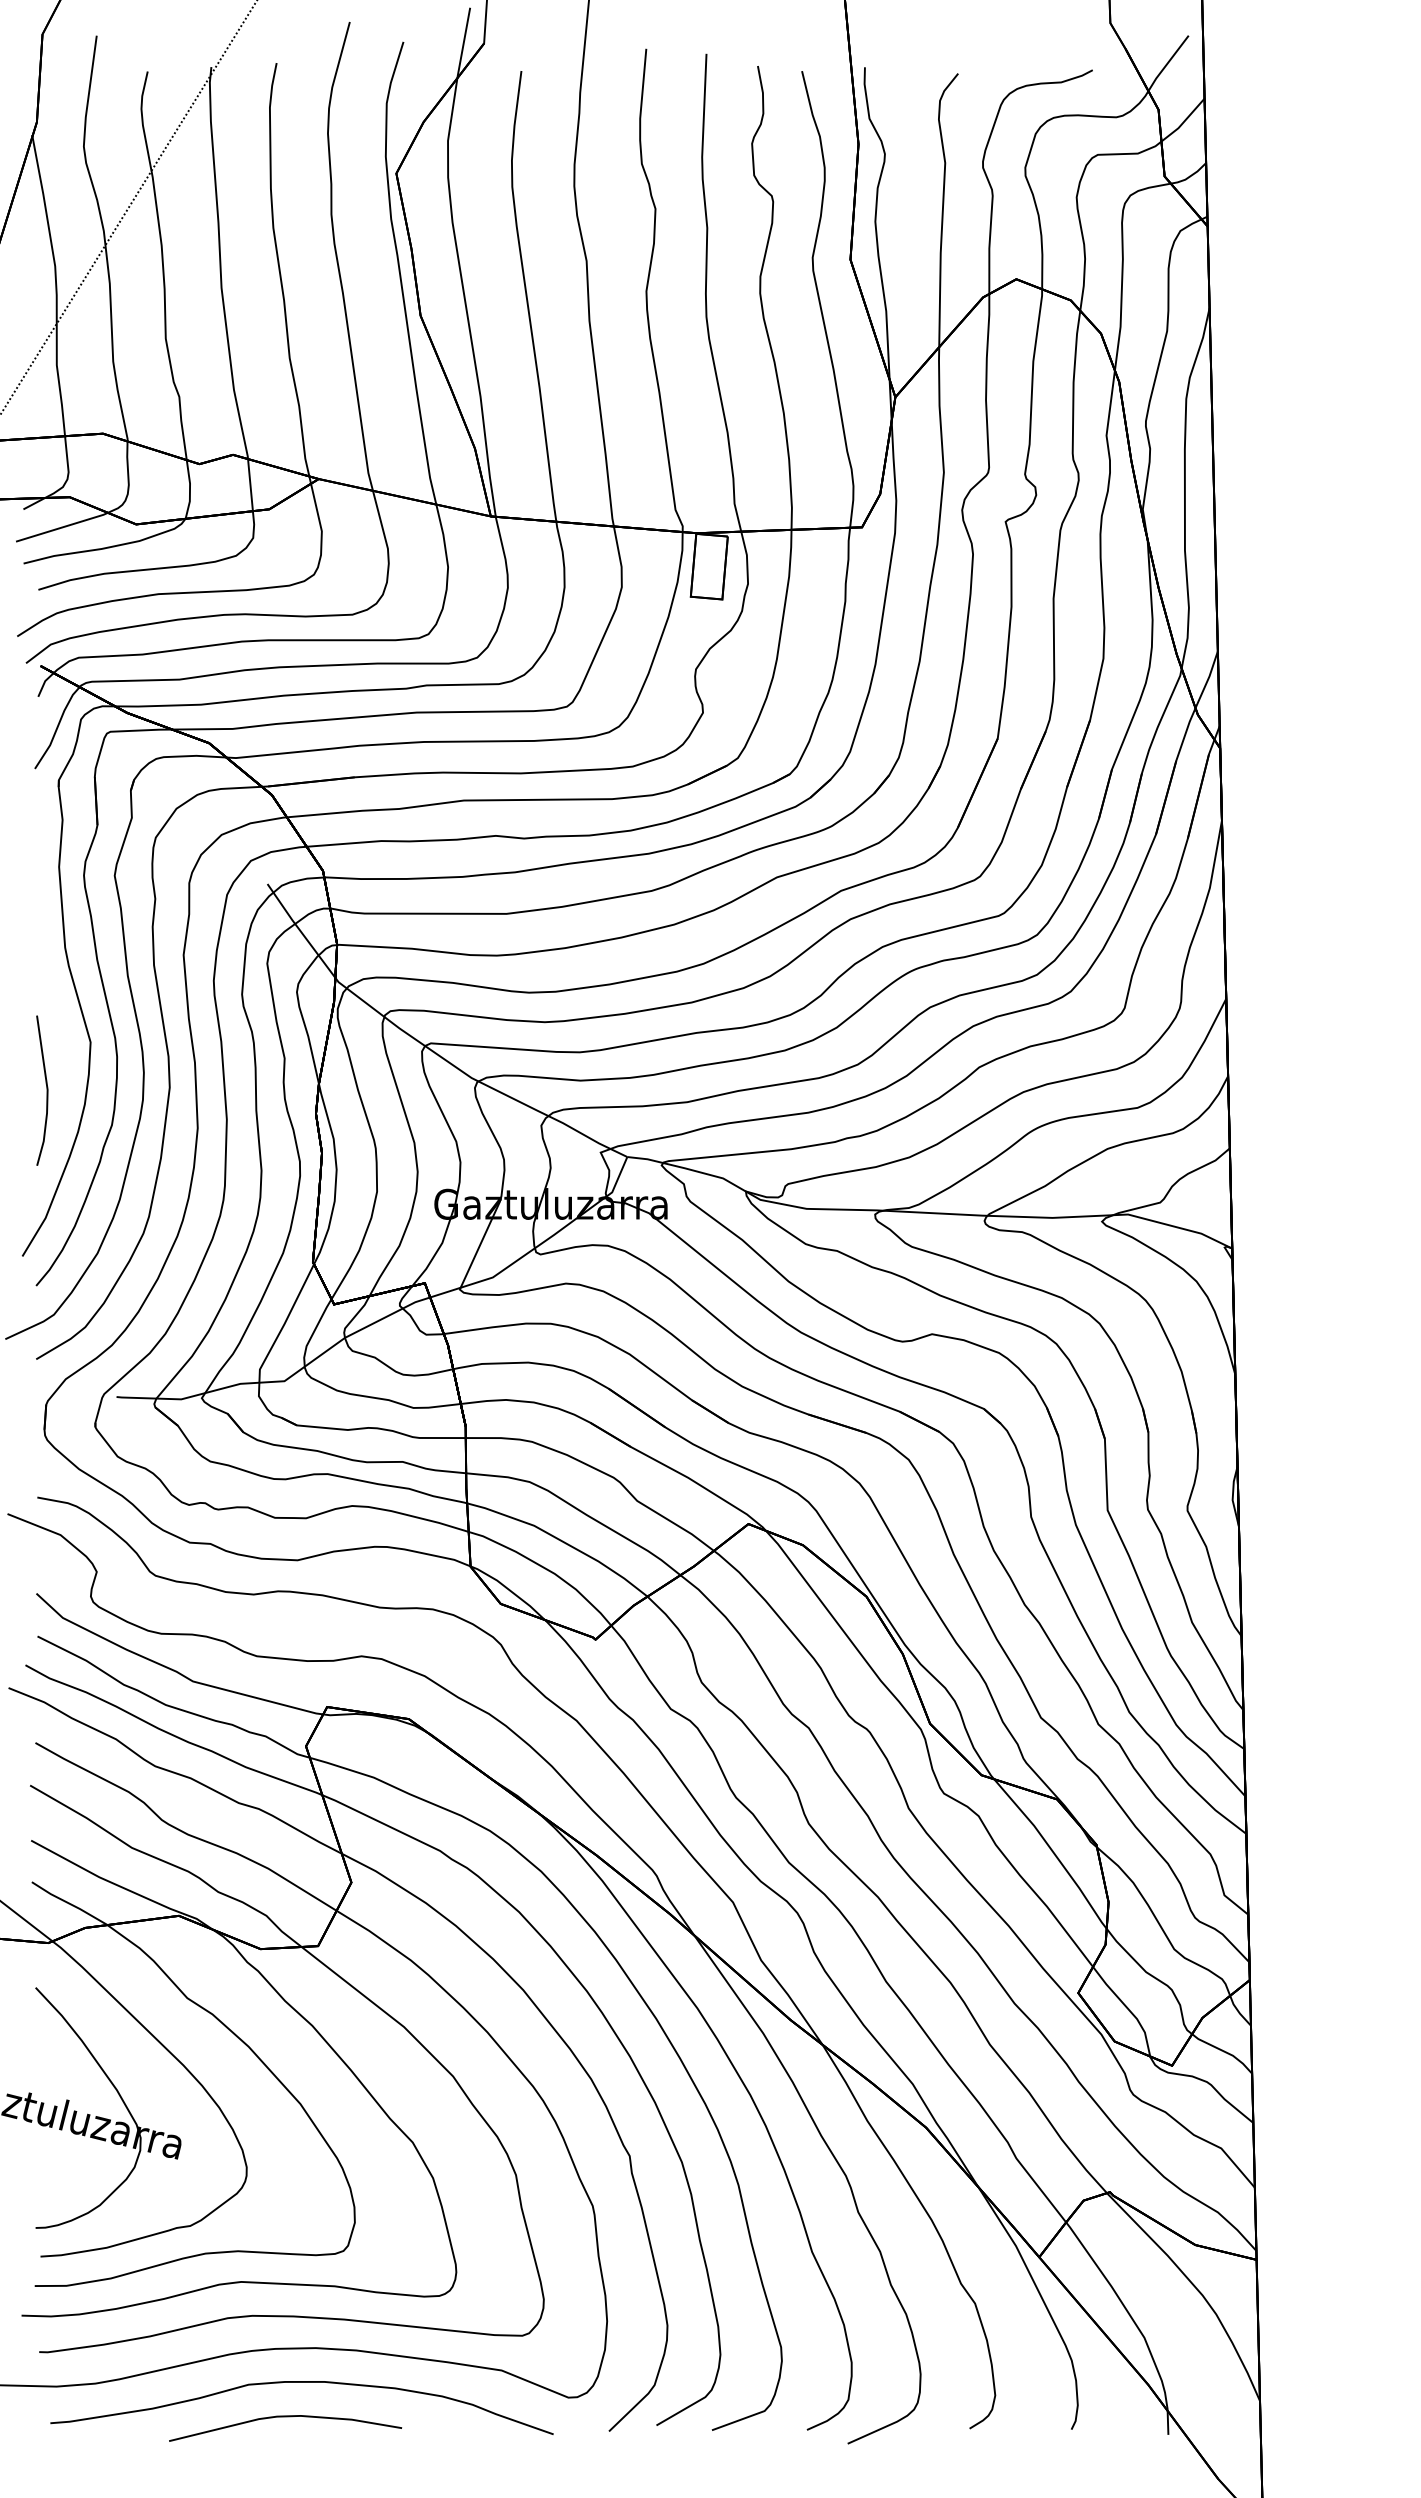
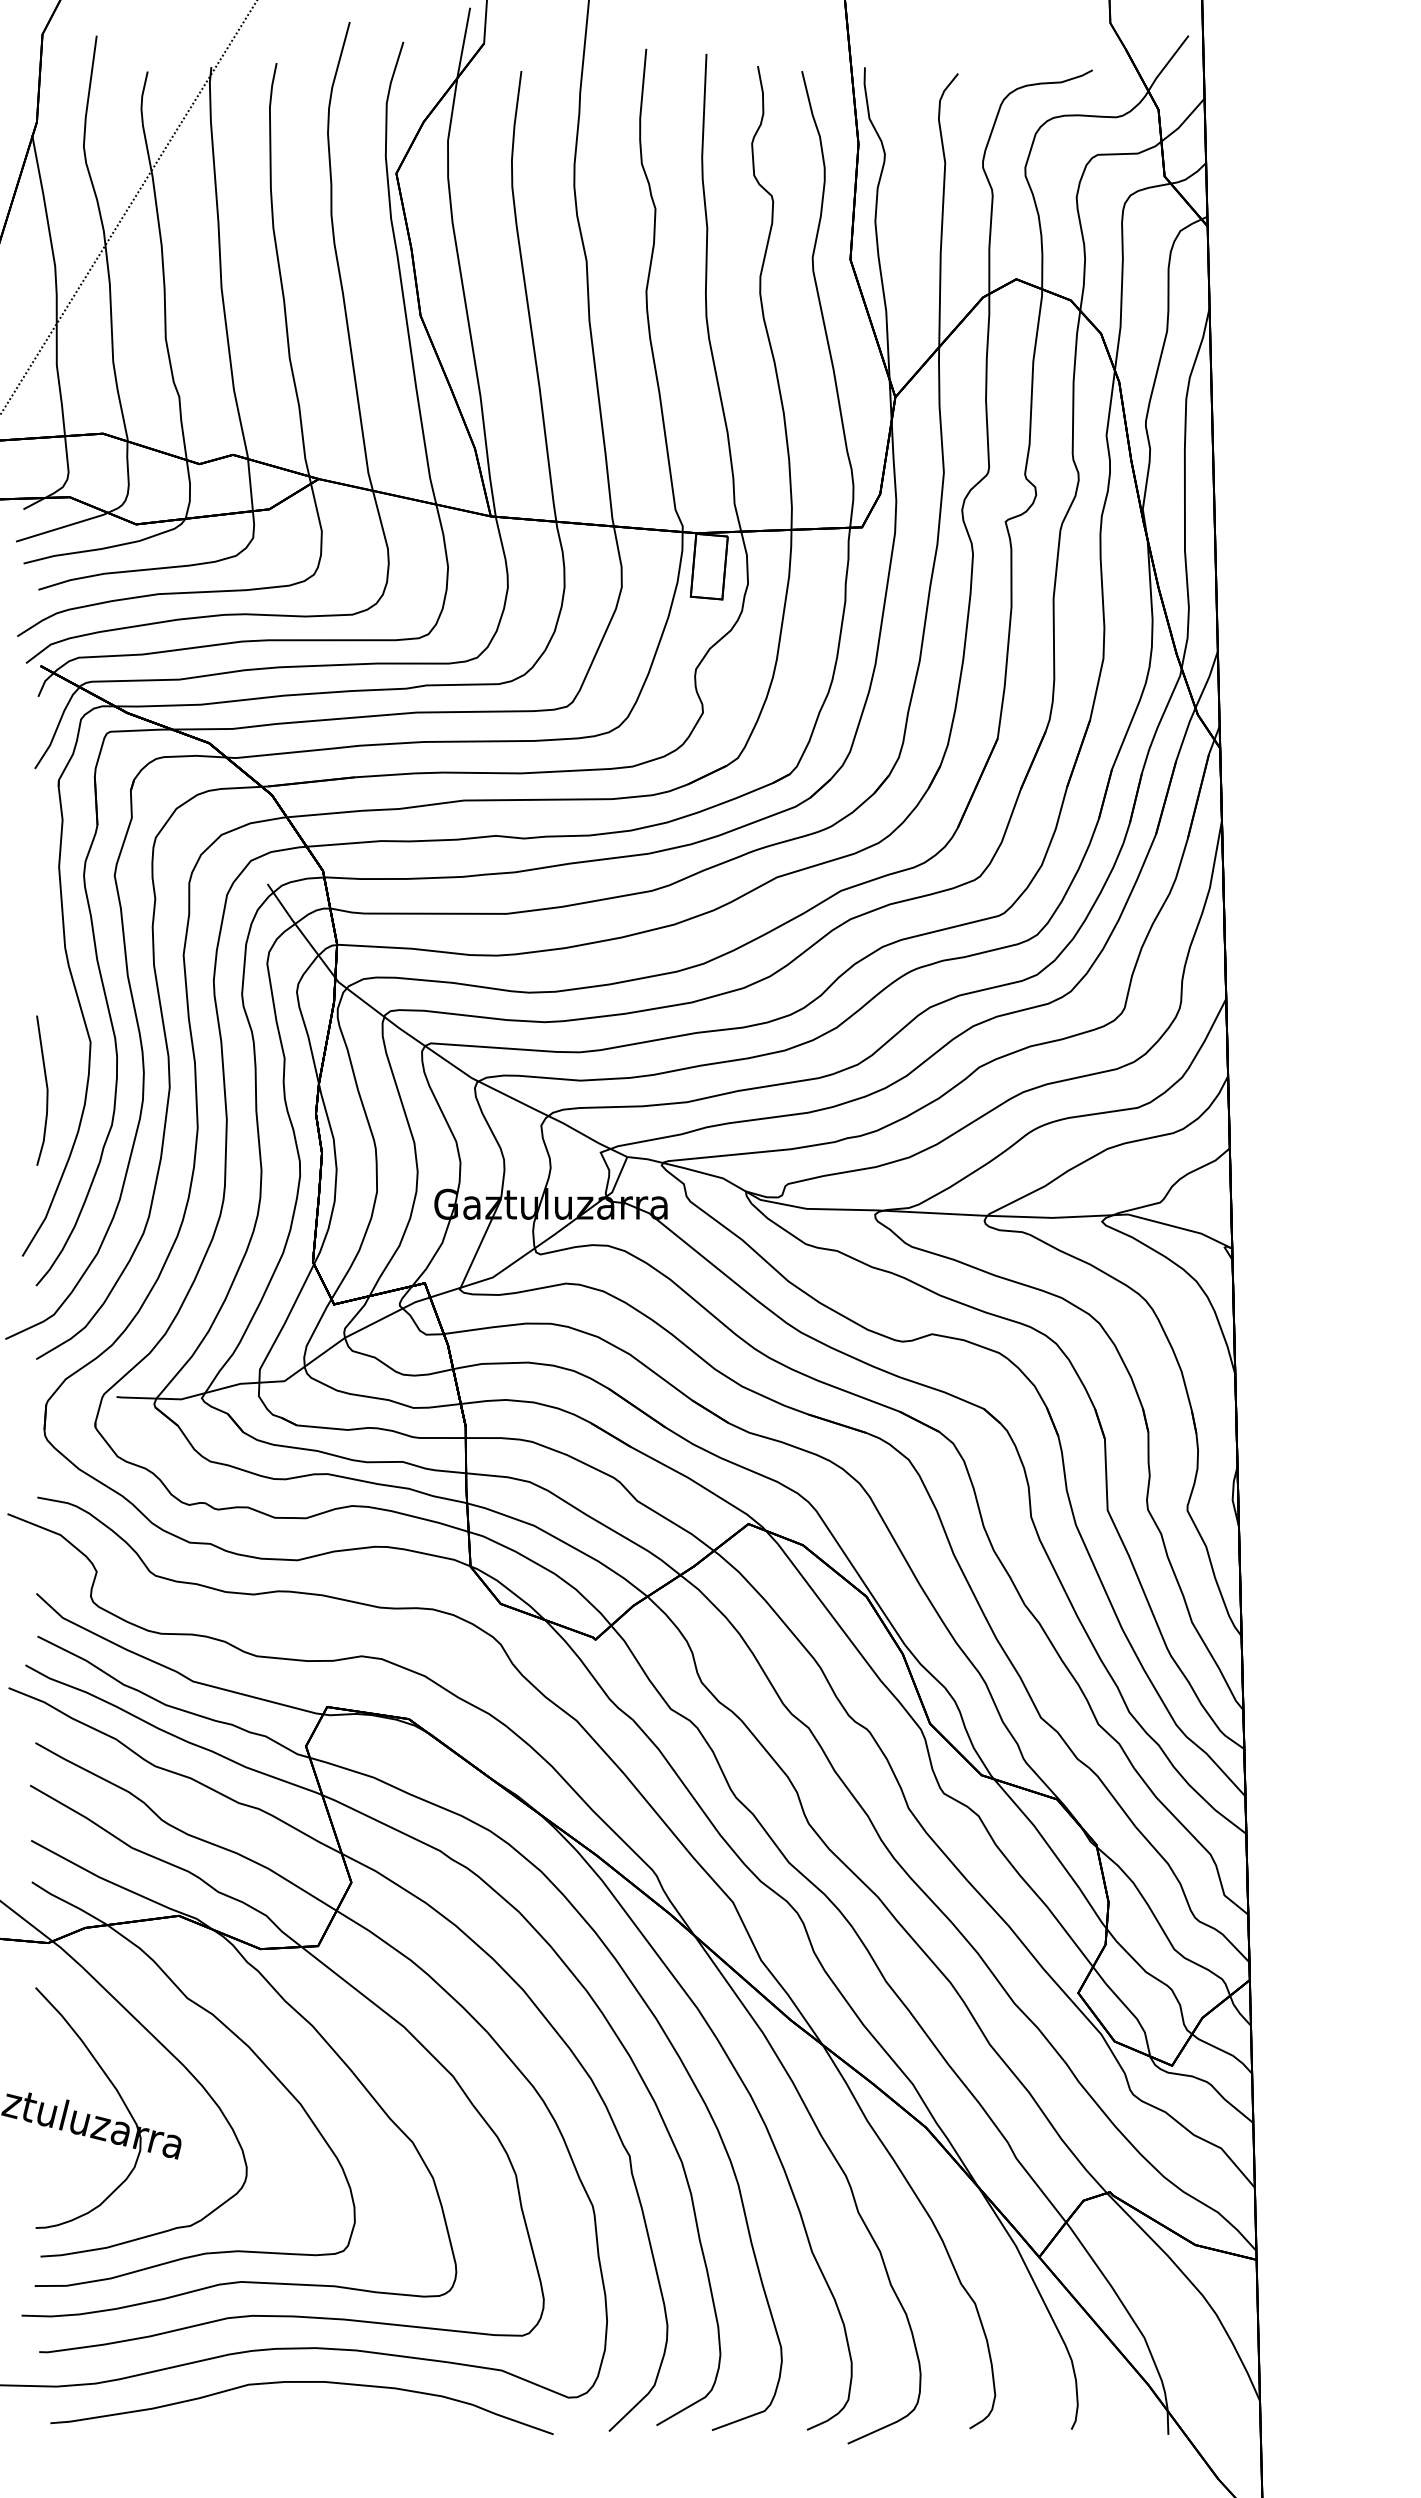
curve at (285, 2417): present -> none
